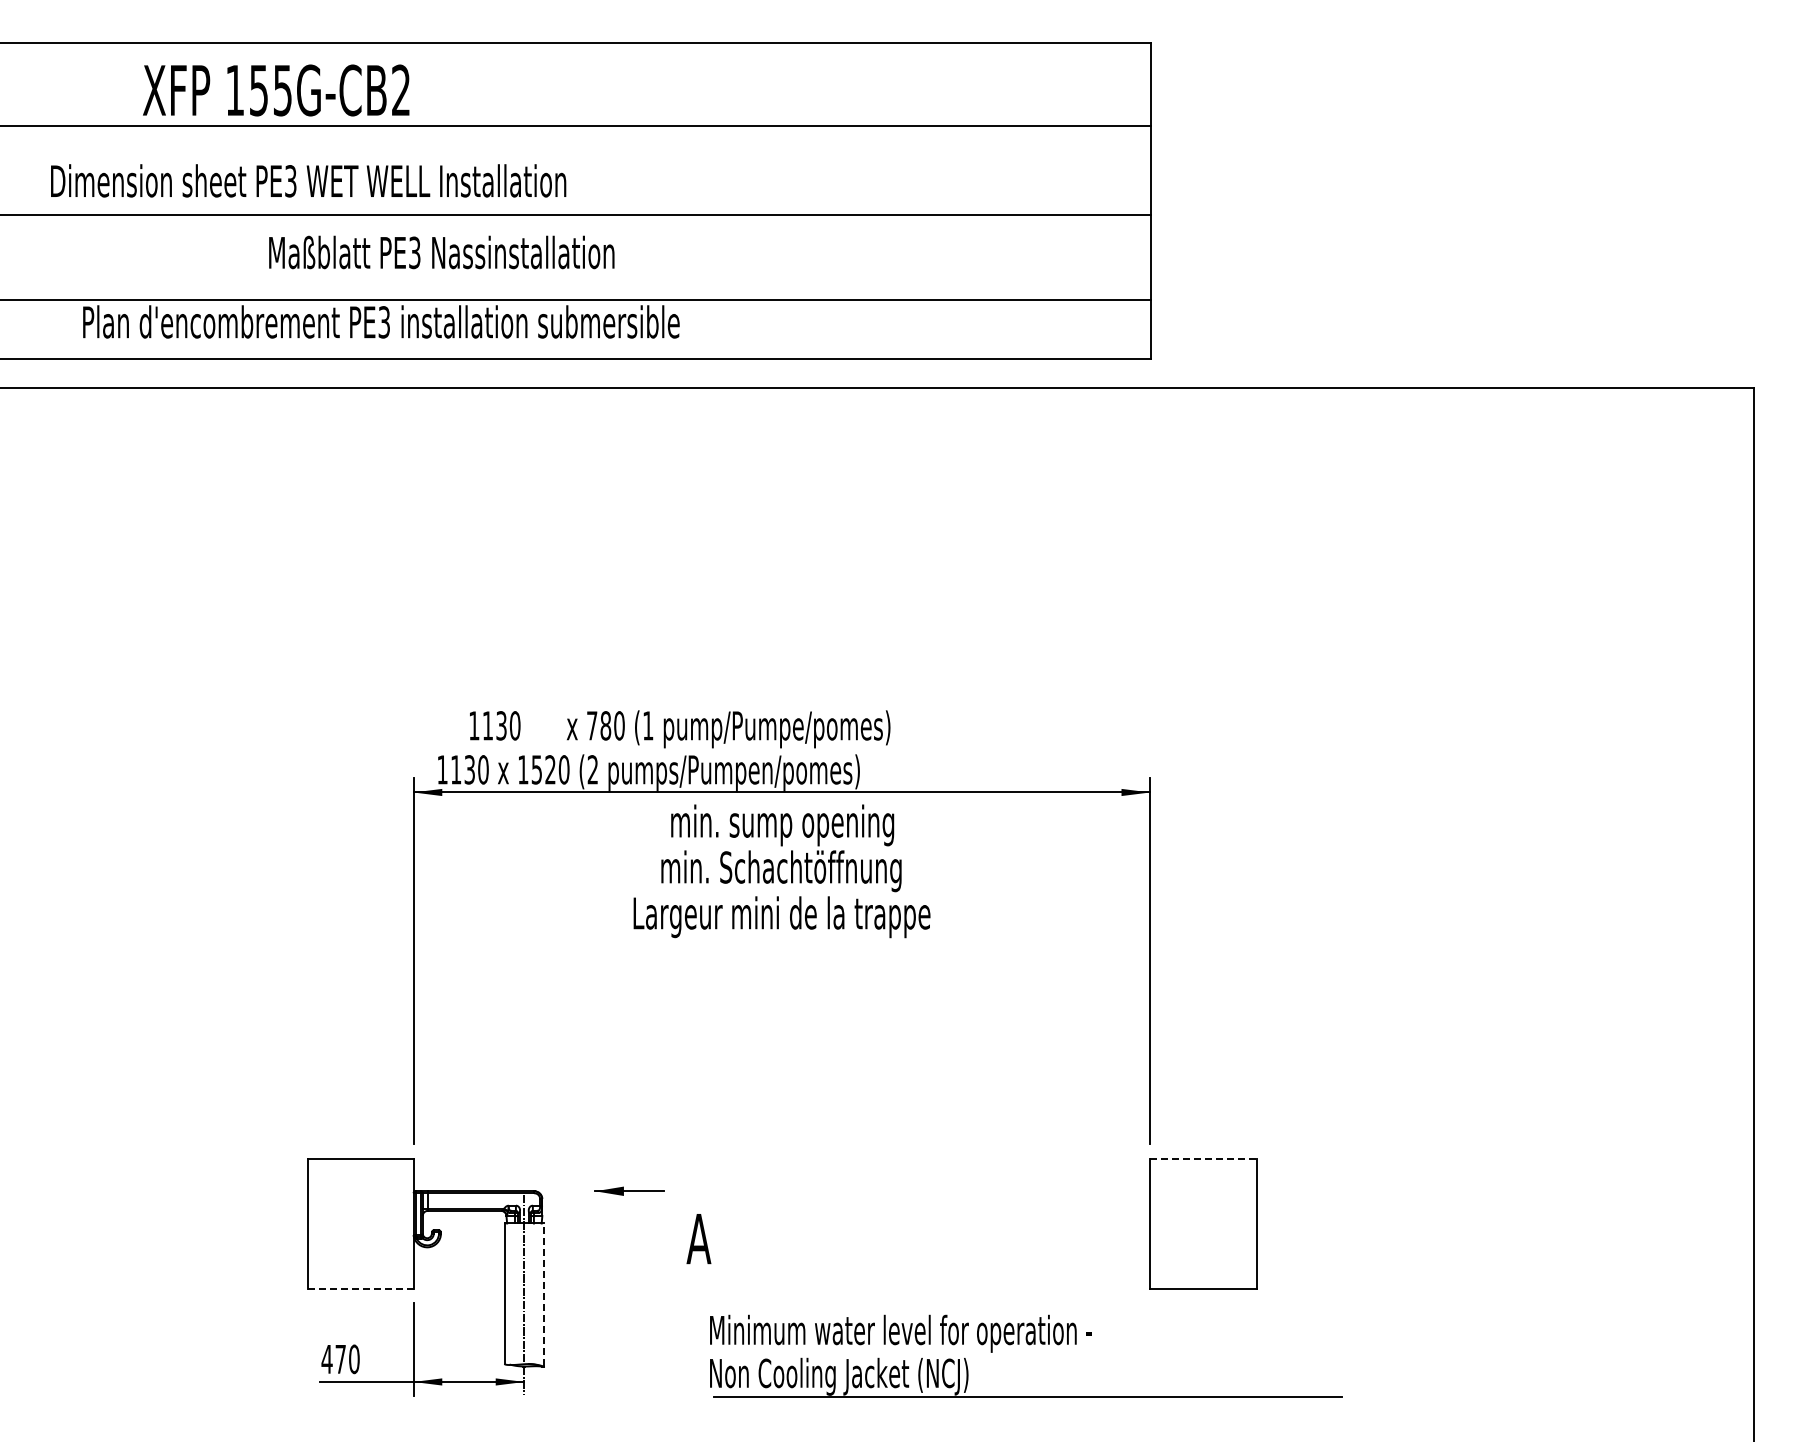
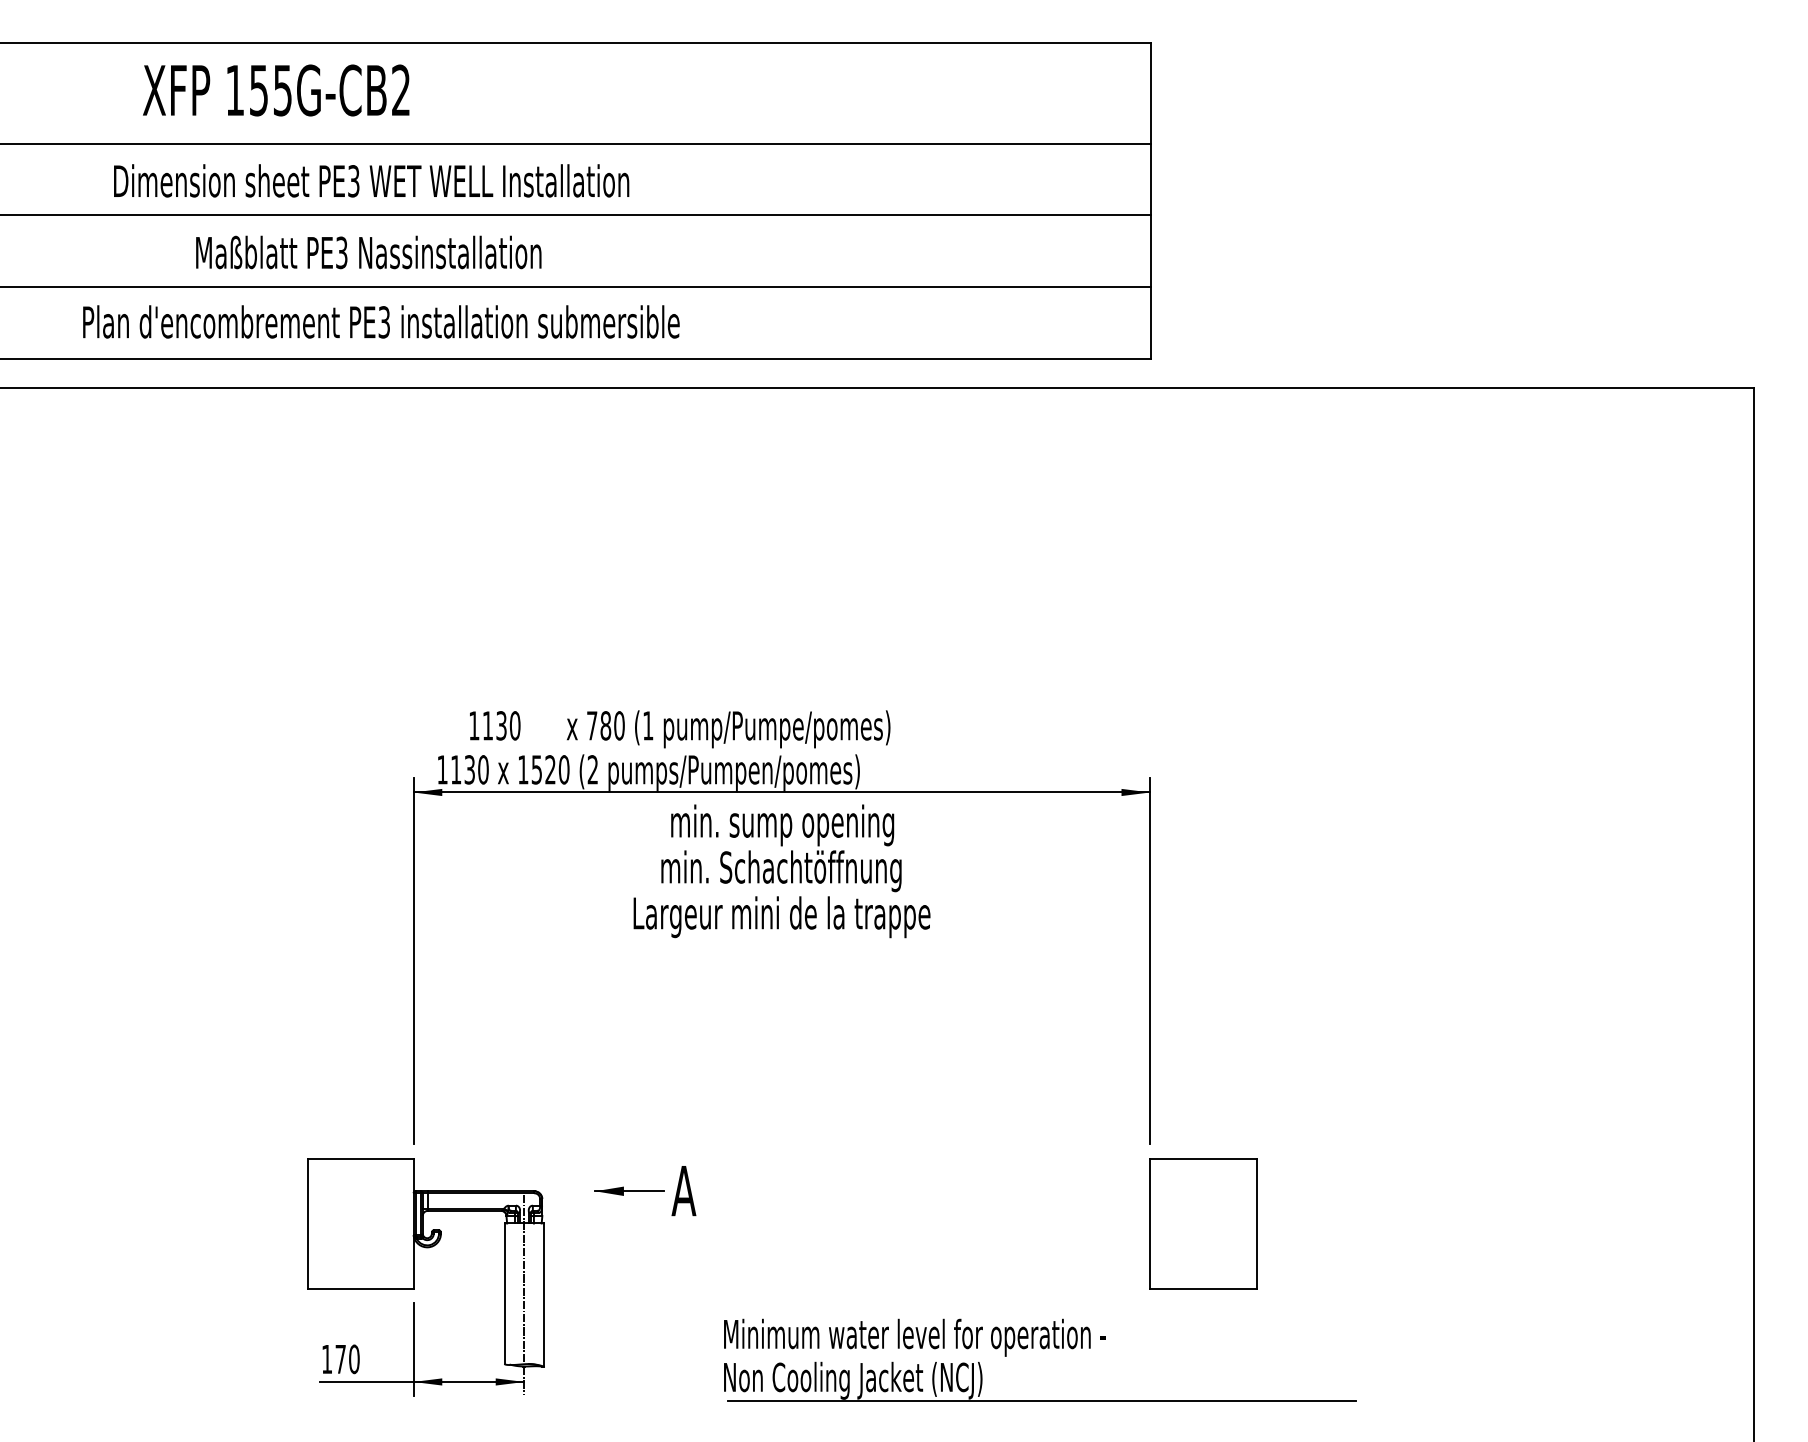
line at (576, 125) position: (576, 125) -> (576, 143)
text at (308, 180) position: (308, 180) -> (371, 180)
text at (441, 252) position: (441, 252) -> (368, 252)
line at (576, 299) position: (576, 299) -> (576, 286)
line at (1204, 1158): dashed -> solid
text at (698, 1239) position: (698, 1239) -> (683, 1191)
line at (360, 1289): dashed -> solid
line at (544, 1294): dashed -> solid
part at (1029, 1345) position: (1029, 1345) -> (1043, 1349)
text at (326, 1359): 470 -> 170
